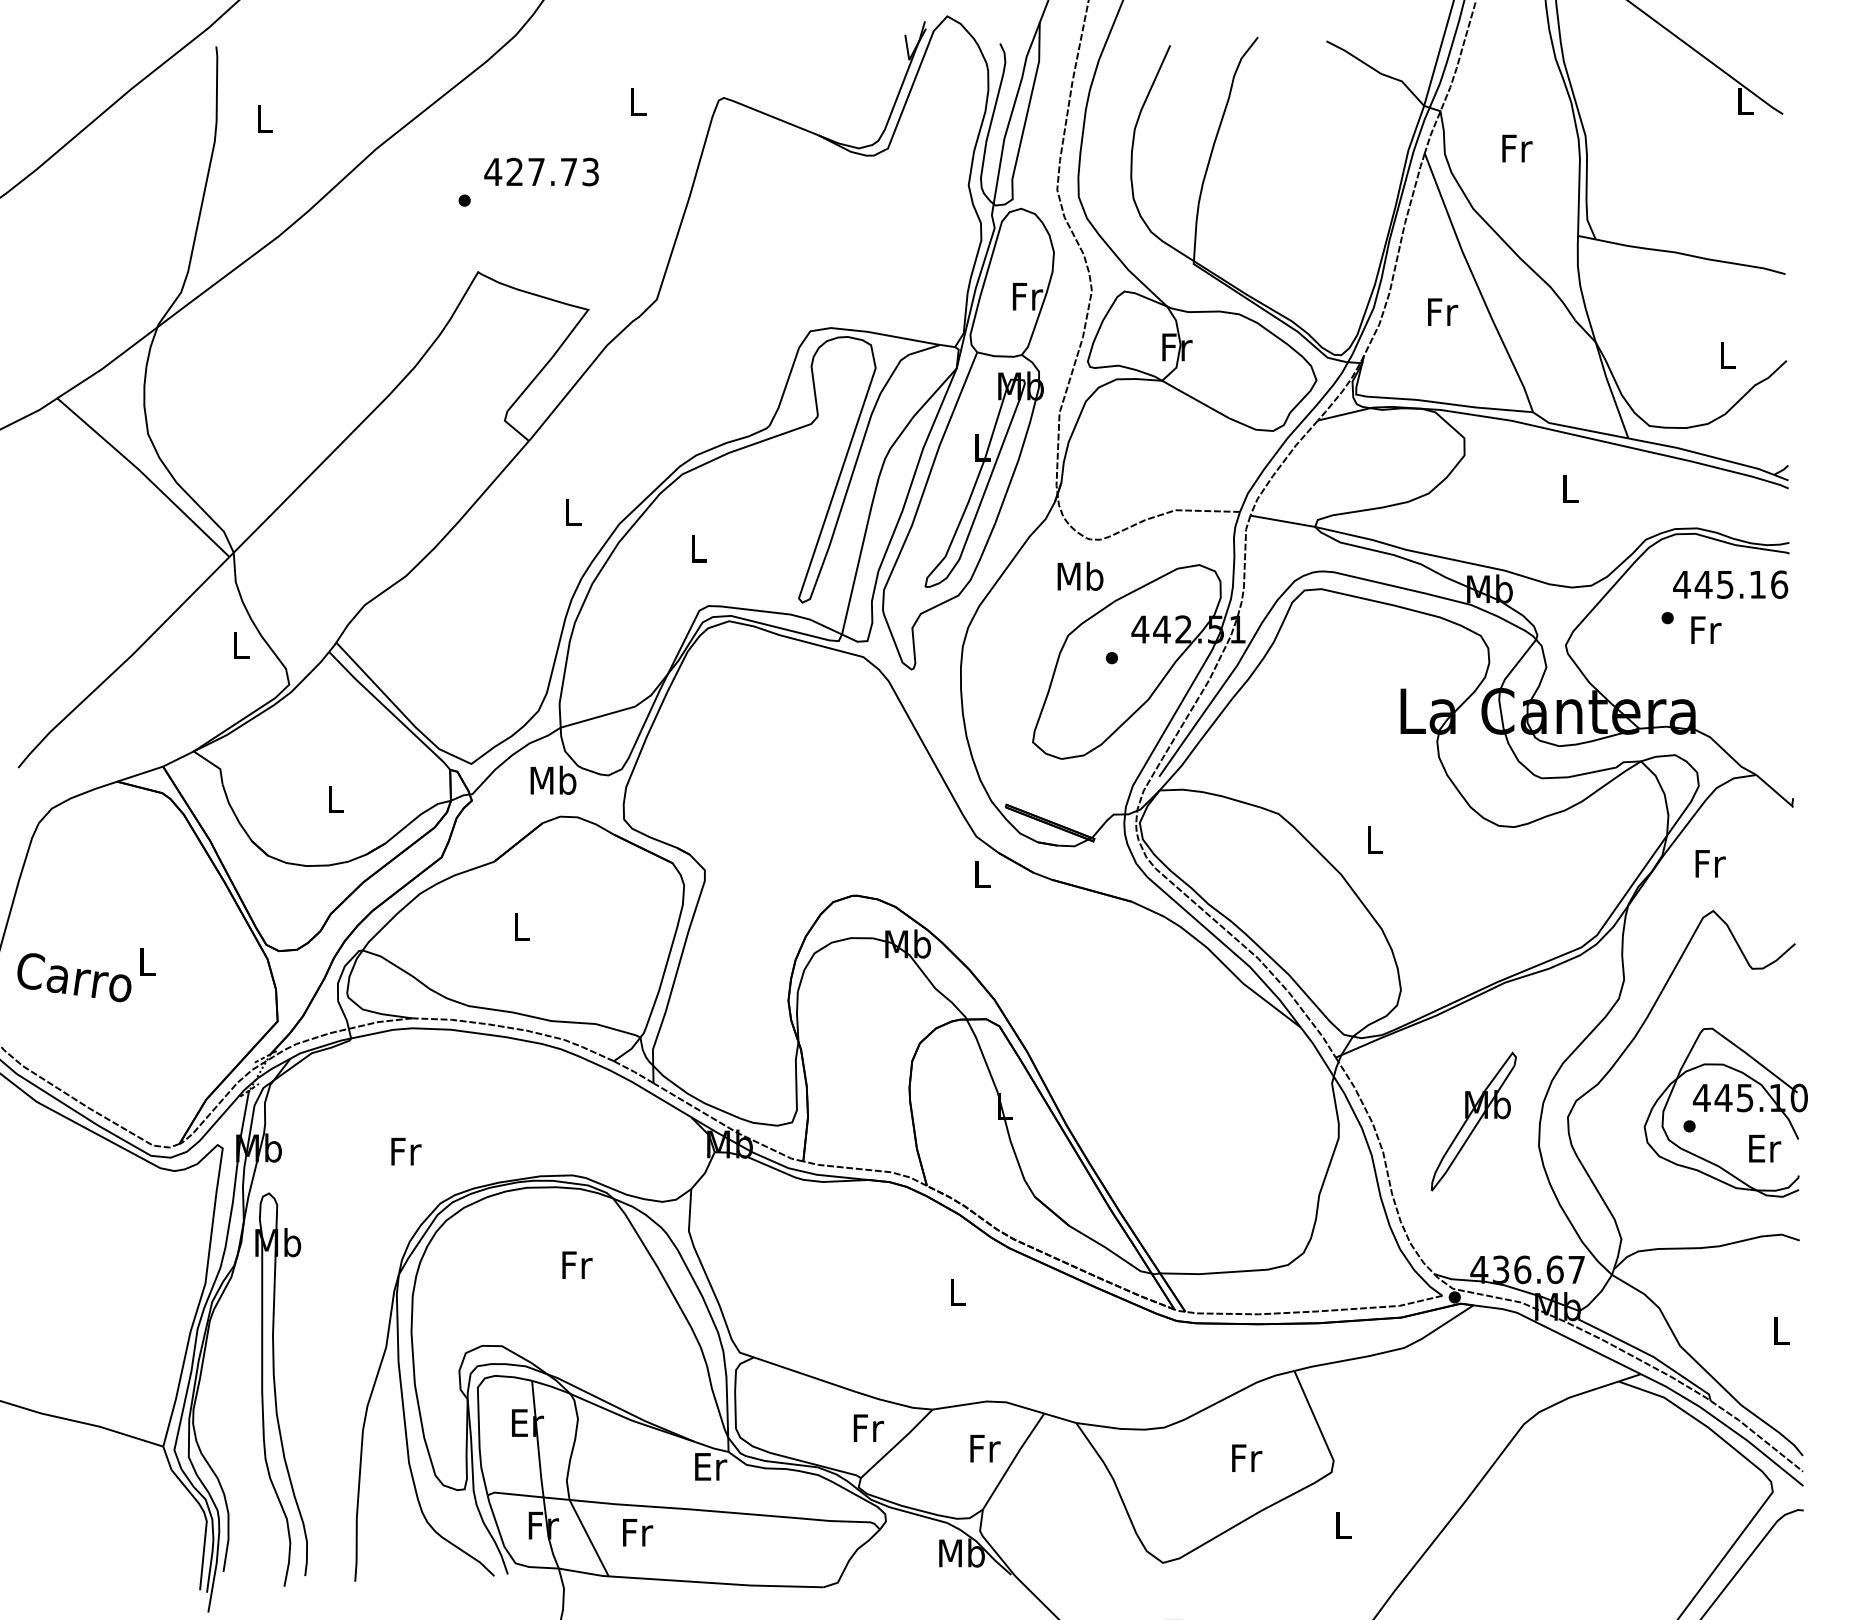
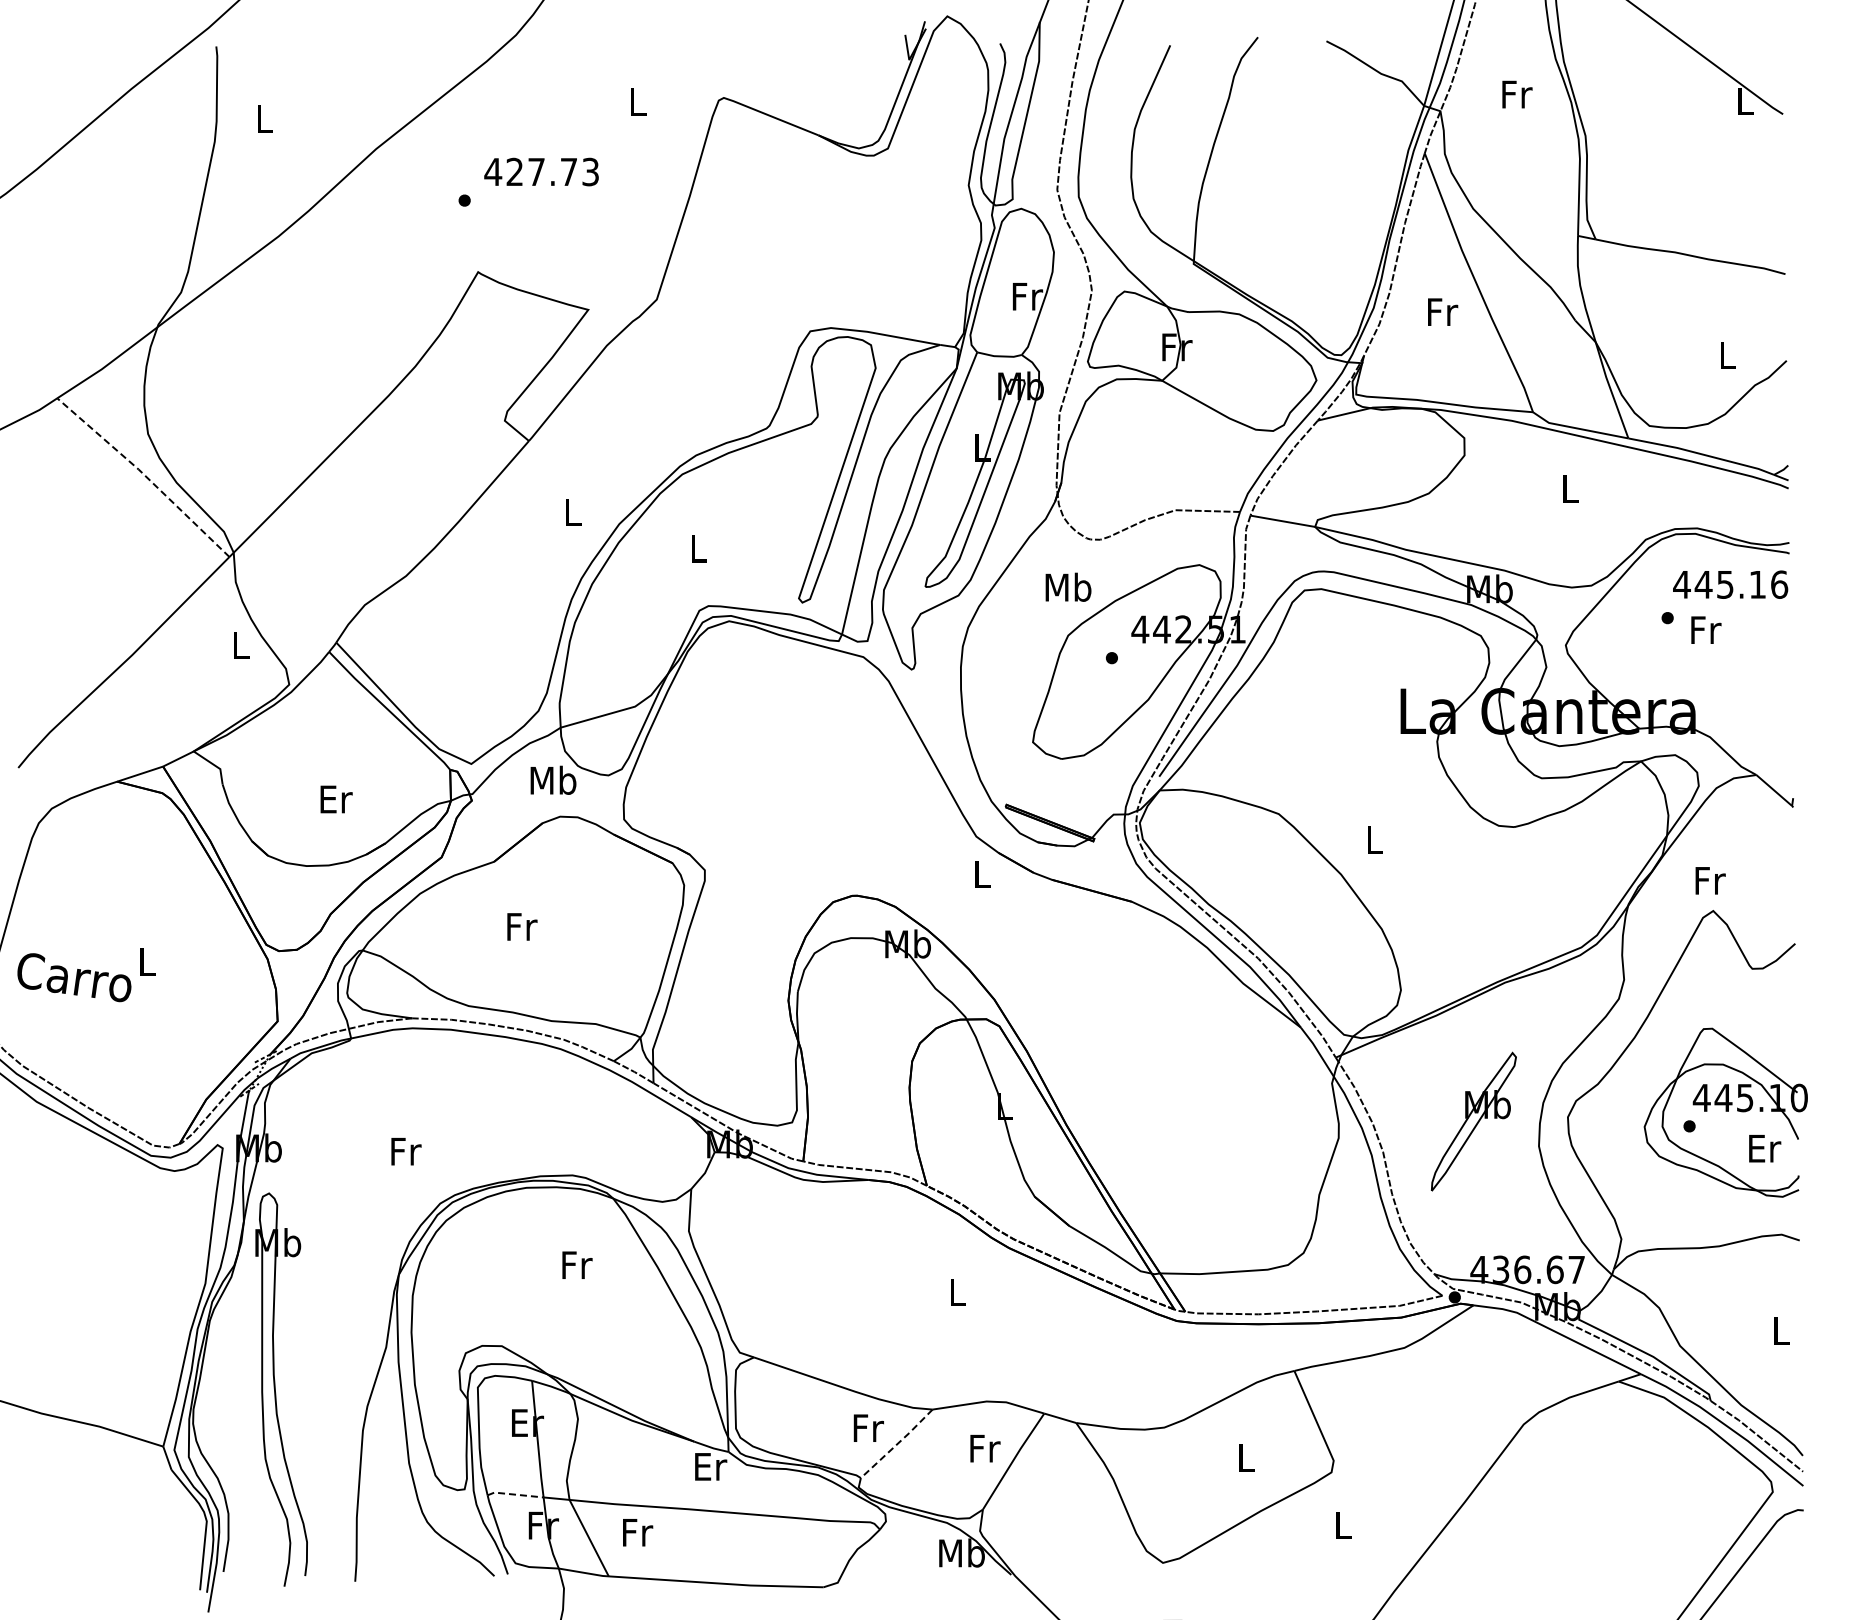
text at (1517, 148) position: (1517, 148) -> (1517, 94)
line at (144, 475): solid -> dashed
text at (1080, 575) position: (1080, 575) -> (1068, 586)
text at (336, 799): L -> Er
text at (1710, 863) position: (1710, 863) -> (1710, 880)
text at (522, 926): L -> Fr
line at (897, 1443): solid -> dashed
text at (1247, 1457): Fr -> L
line at (515, 1494): solid -> dashed
